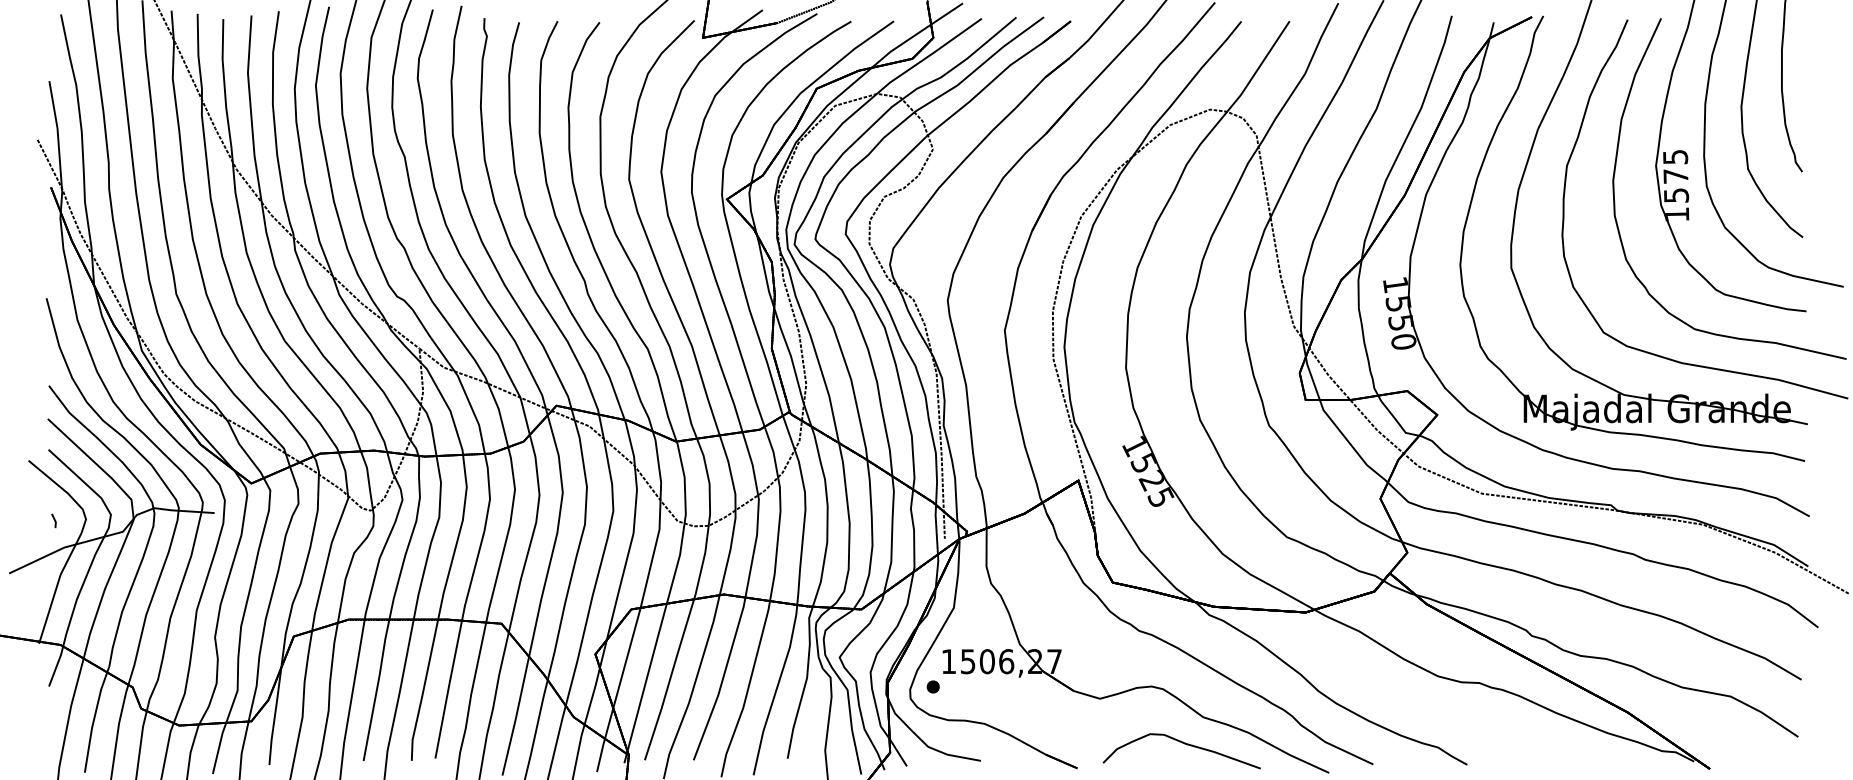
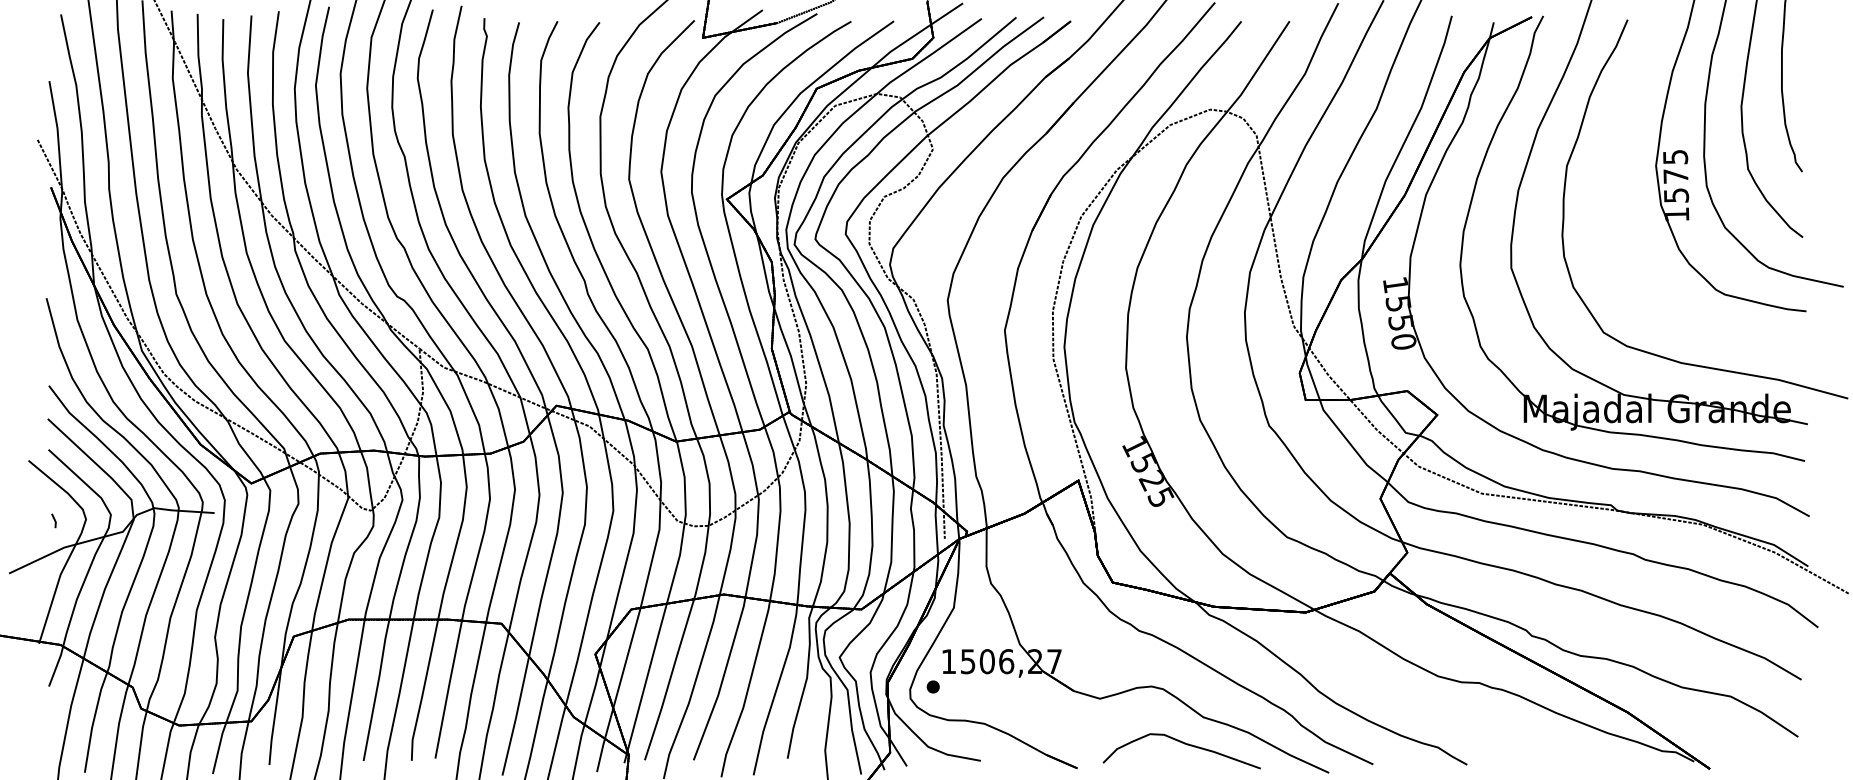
curve at (1615, 202): present -> none
